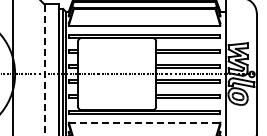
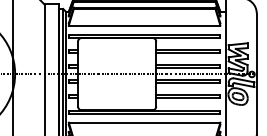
line at (44, 70): dashed -> solid
line at (144, 122): dashed -> solid
